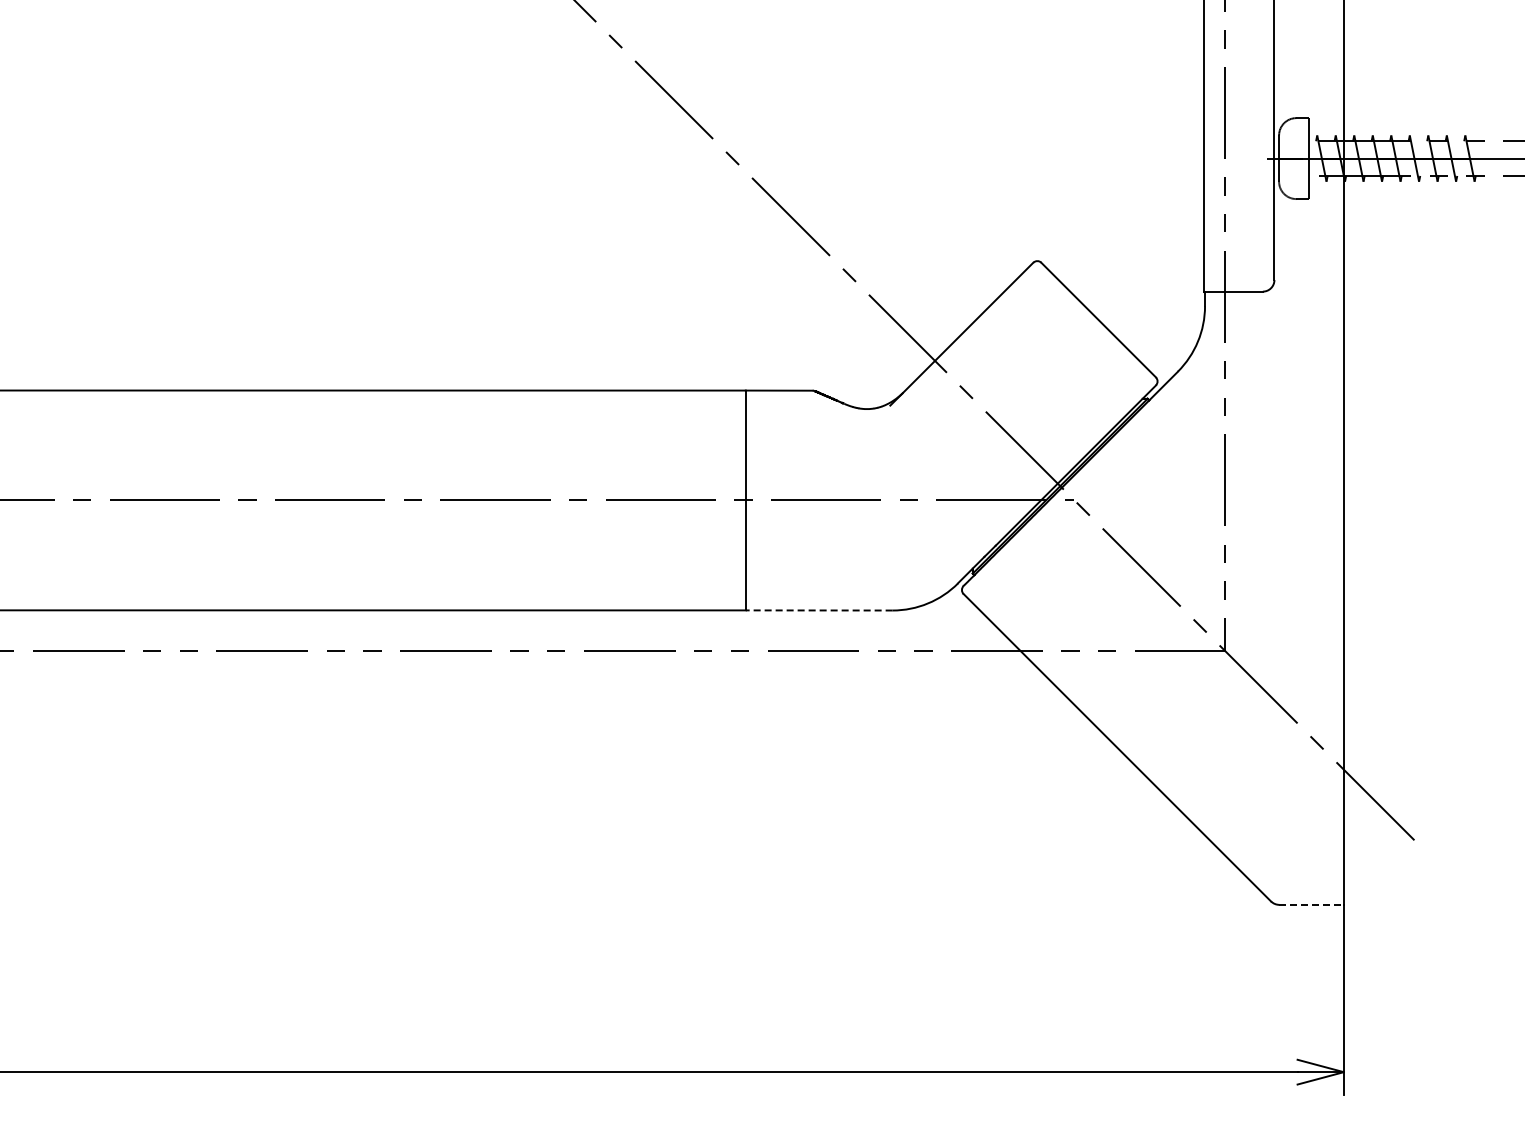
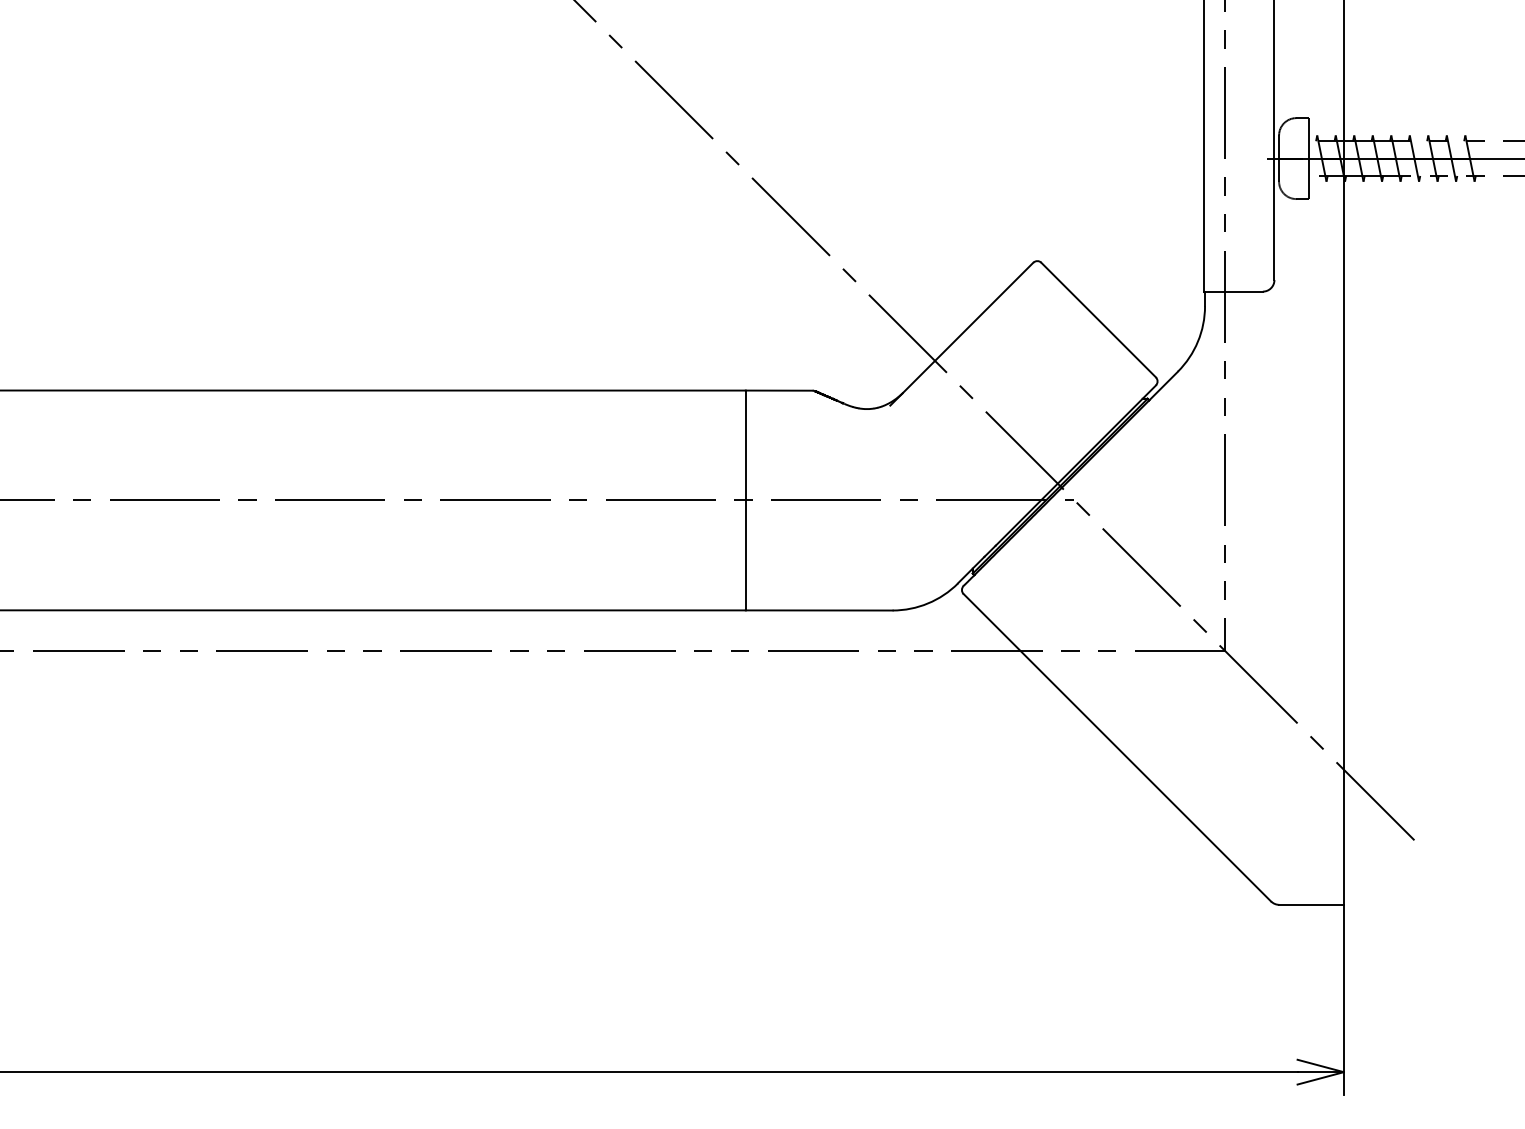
line at (818, 610): dashed -> solid
line at (1312, 904): dashed -> solid
